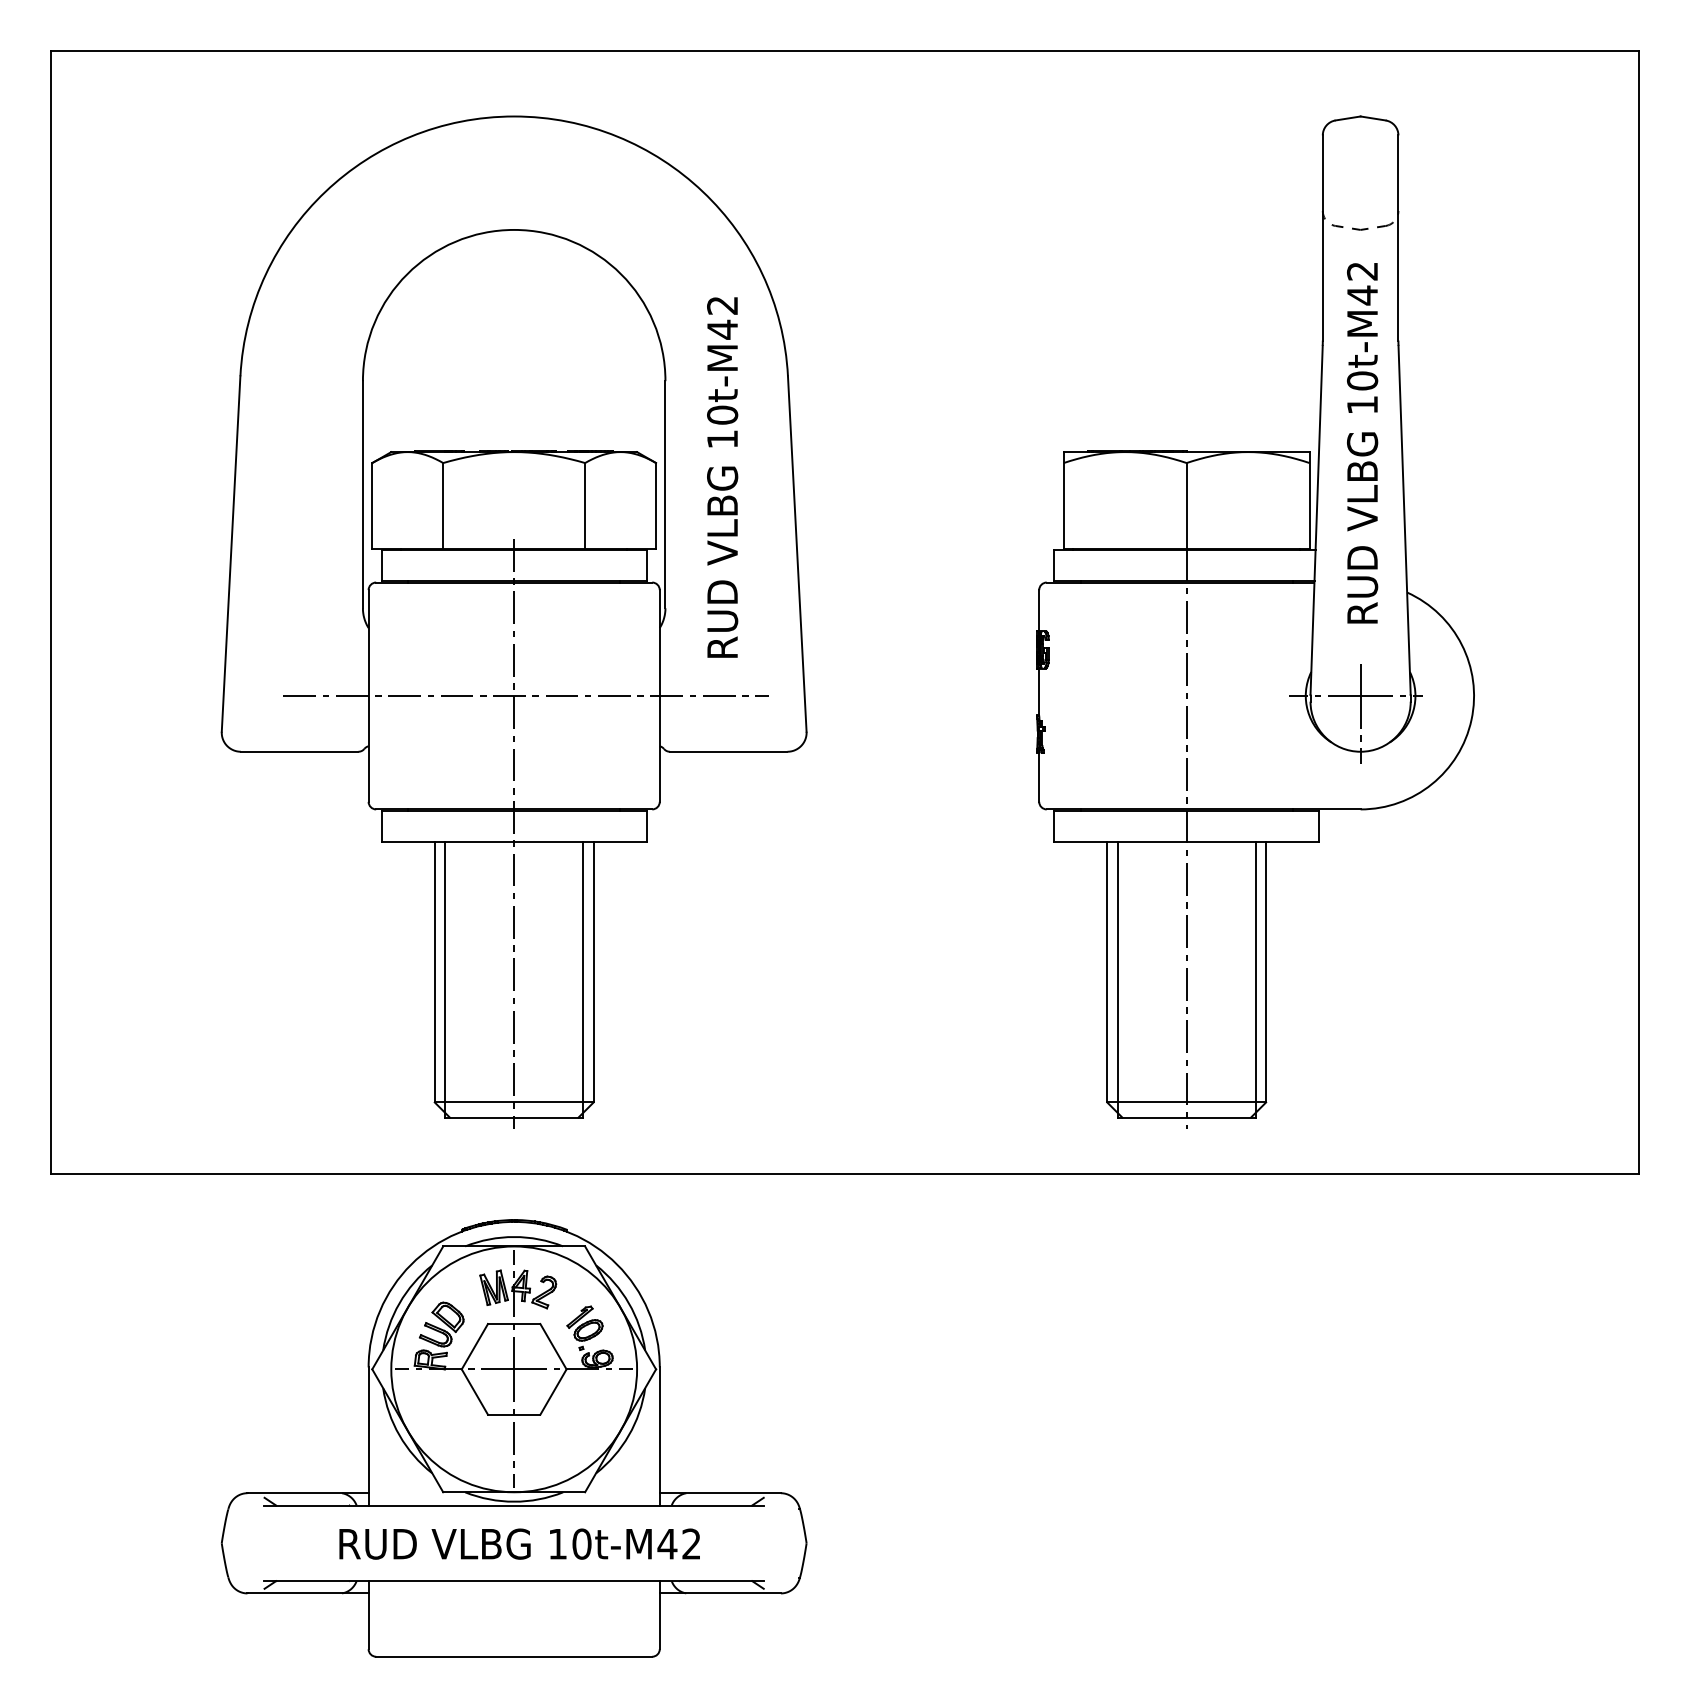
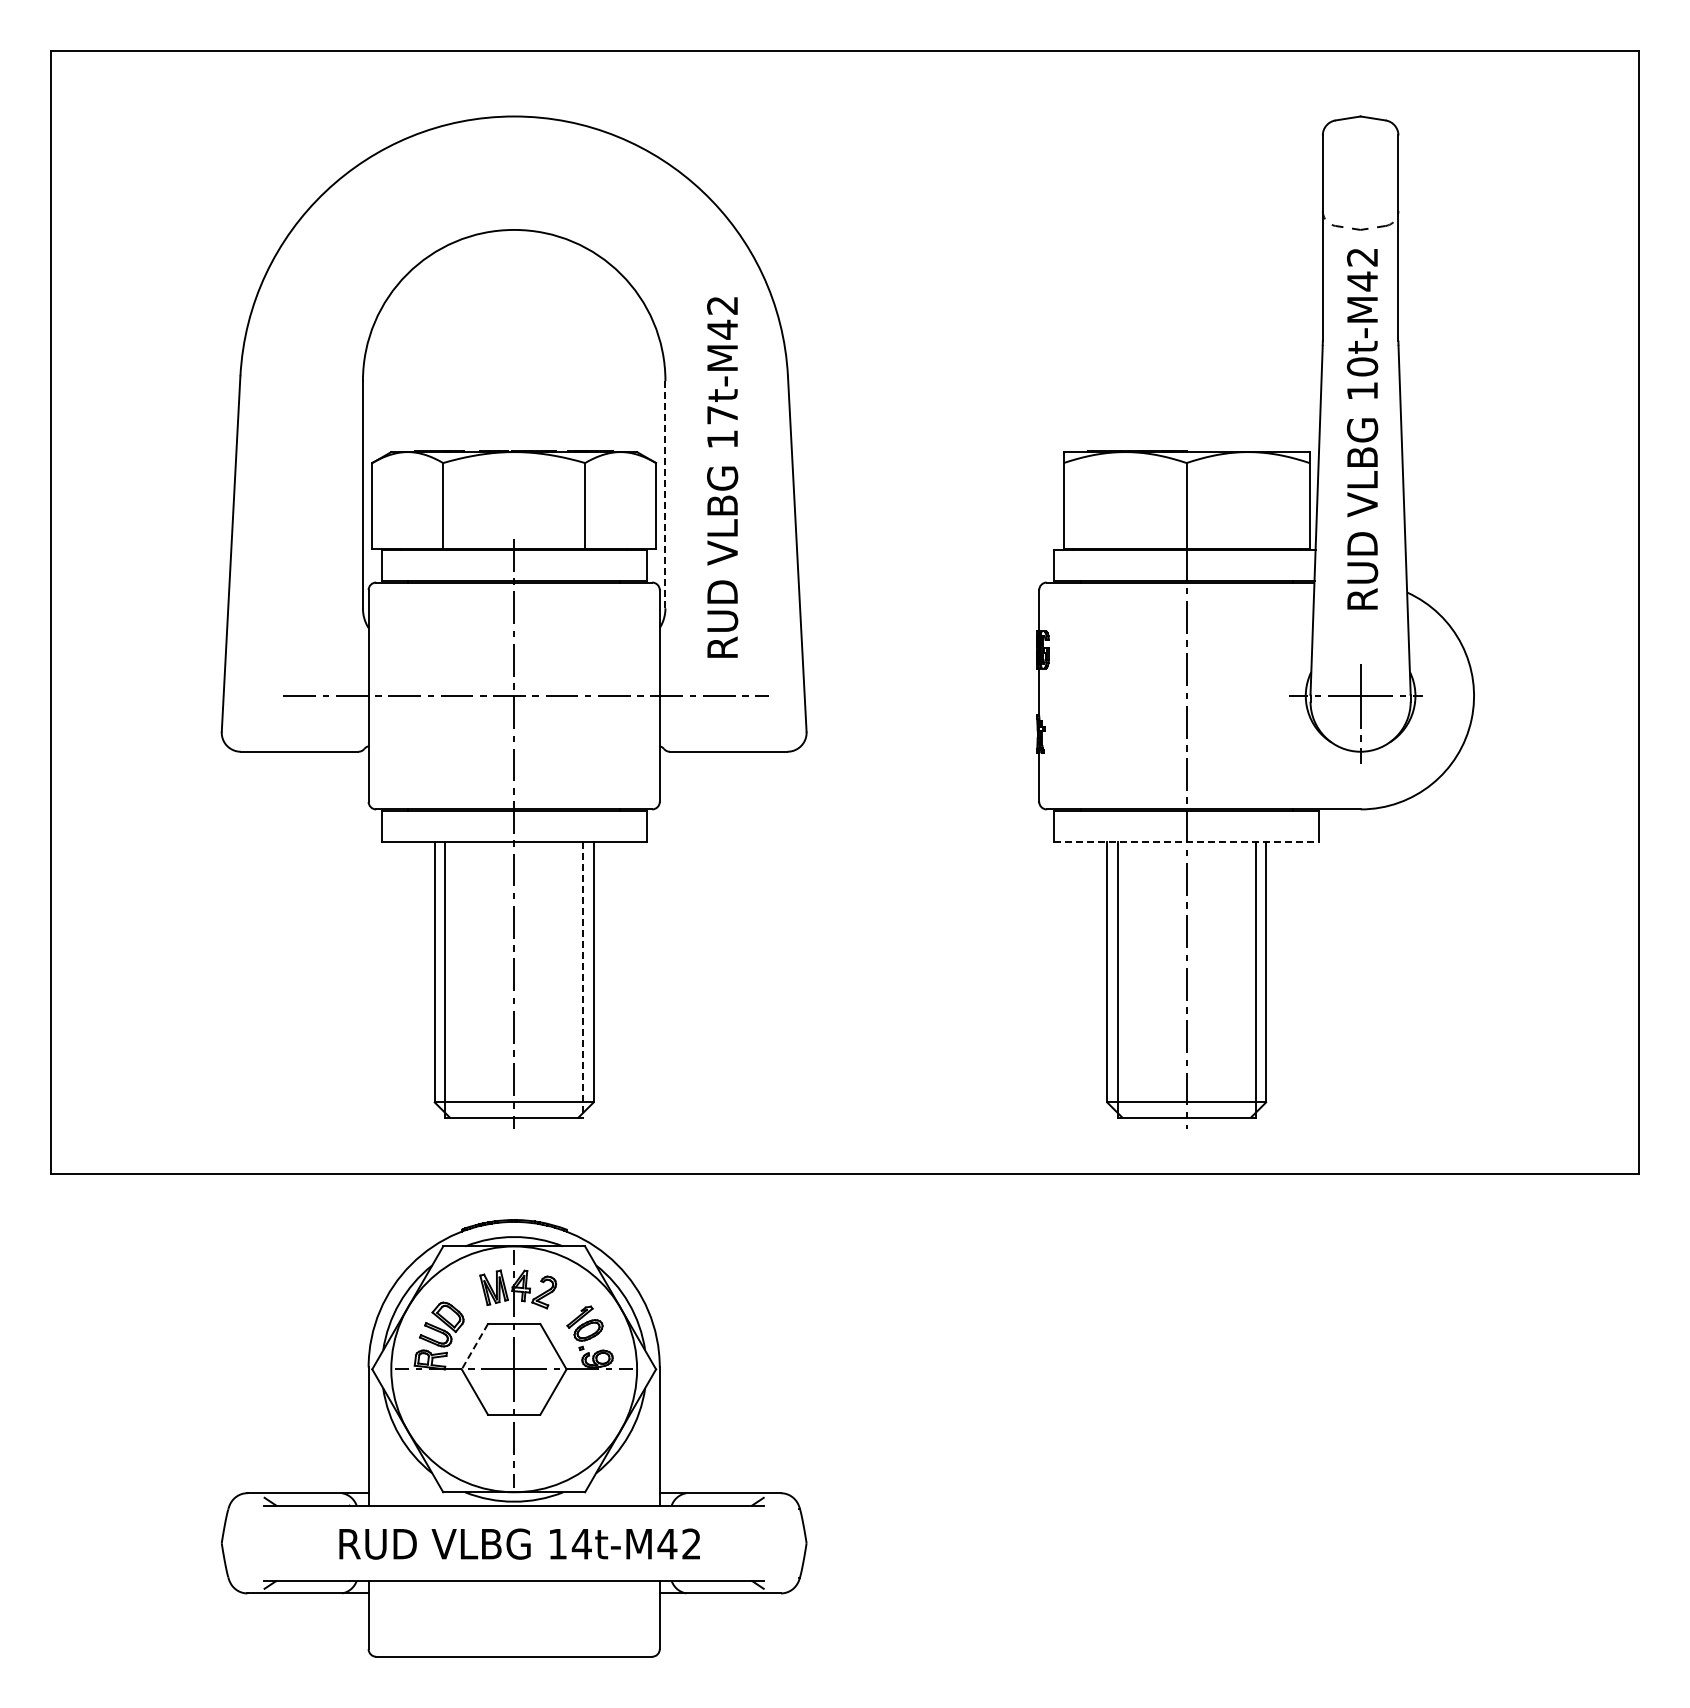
text at (722, 414): 10t-M42 -> 17t-M42
text at (1362, 443) position: (1362, 443) -> (1362, 429)
line at (665, 494): solid -> dashed
line at (1187, 841): solid -> dashed
line at (583, 980): solid -> dashed
line at (474, 1347): solid -> dashed
text at (581, 1543): 10t-M42 -> 14t-M42
